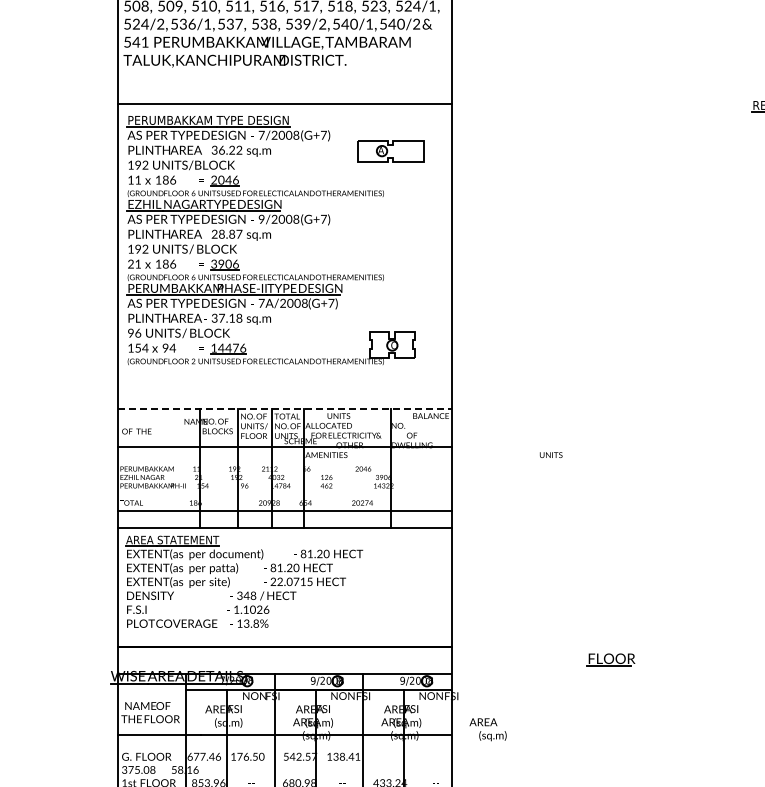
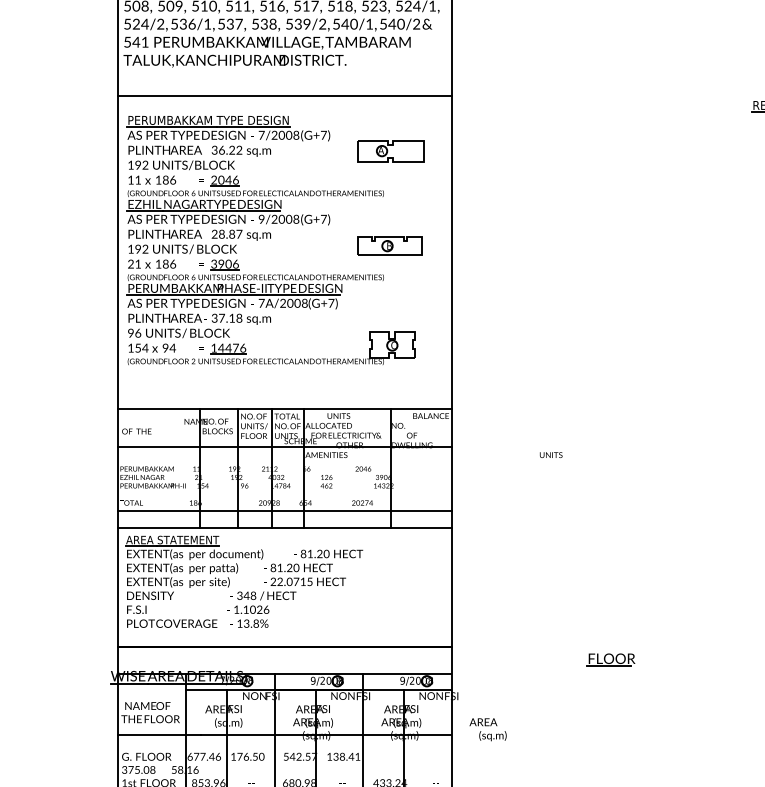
line at (285, 104) position: (285, 104) -> (285, 96)
part at (389, 245): none -> present
line at (285, 408): dashed -> solid
